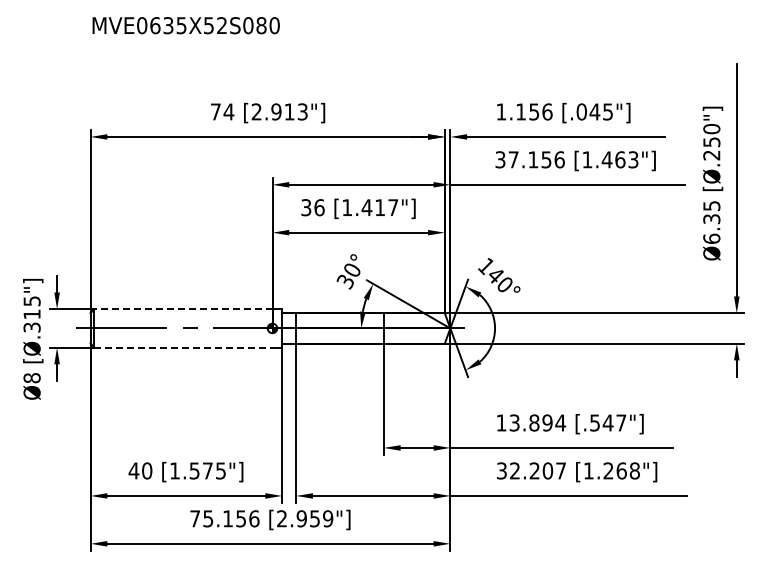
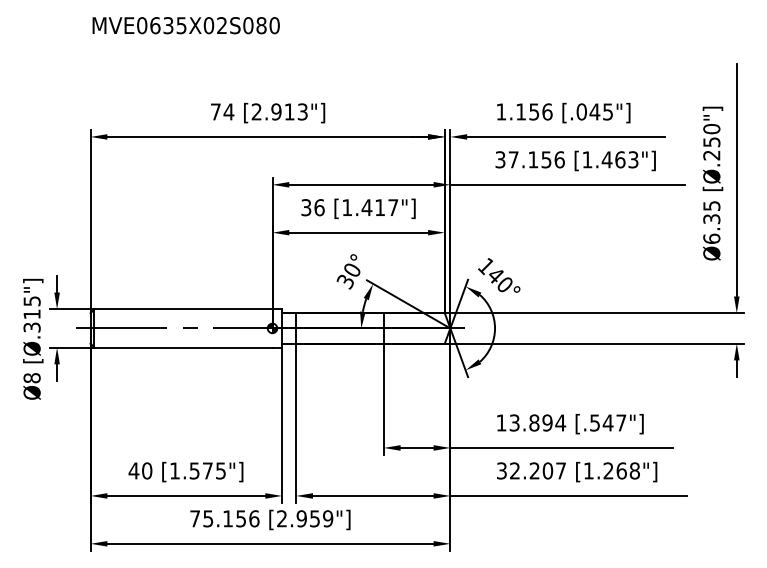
text at (208, 25): MVE0635X52S080 -> MVE0635X02S080
line at (182, 309): dashed -> solid
line at (183, 347): dashed -> solid
